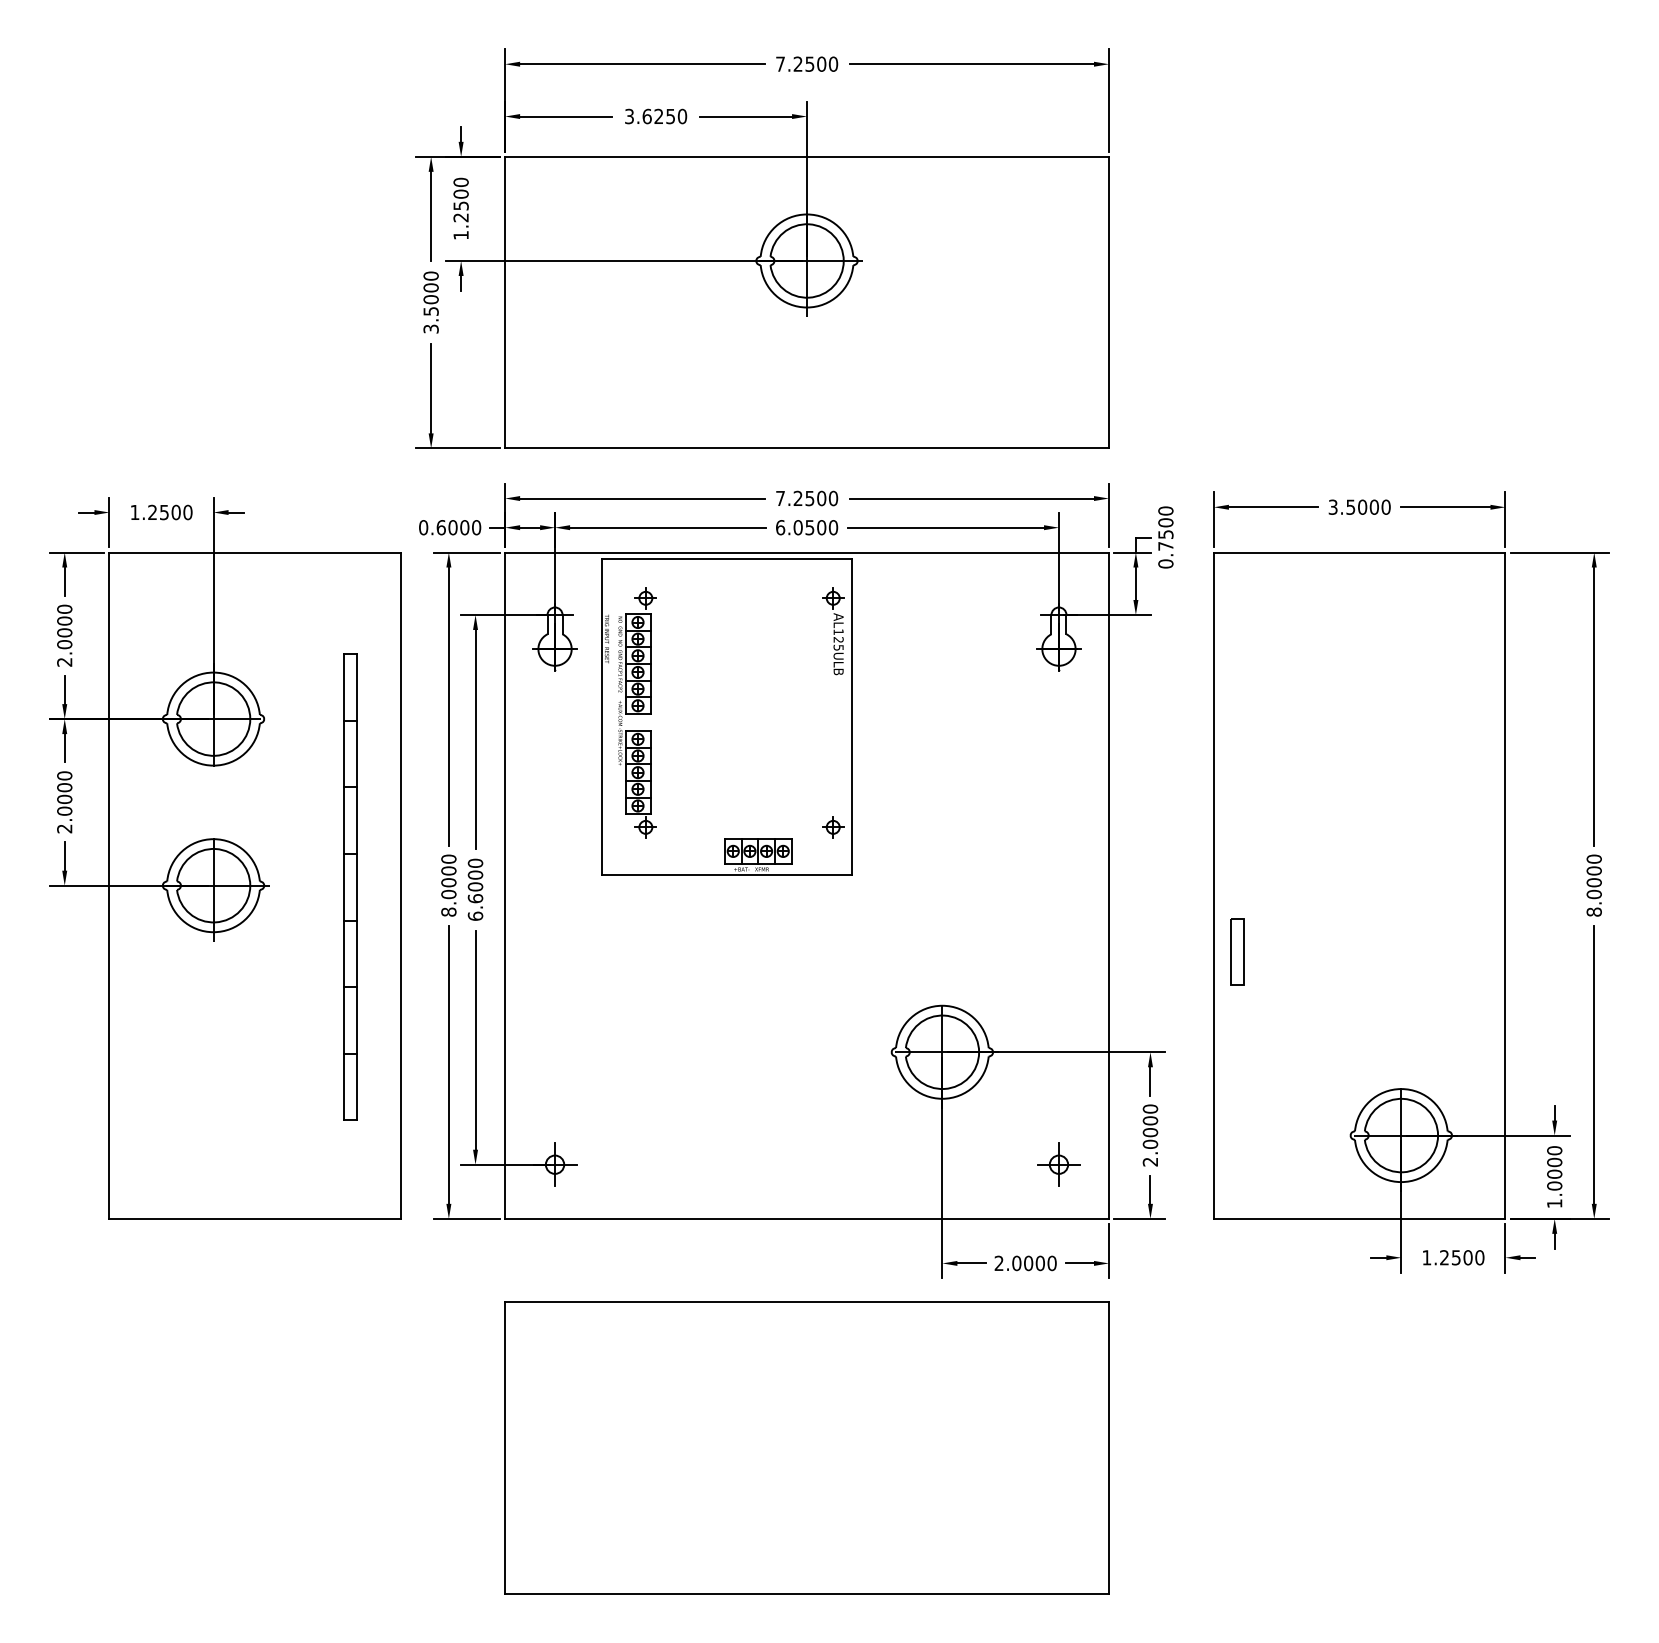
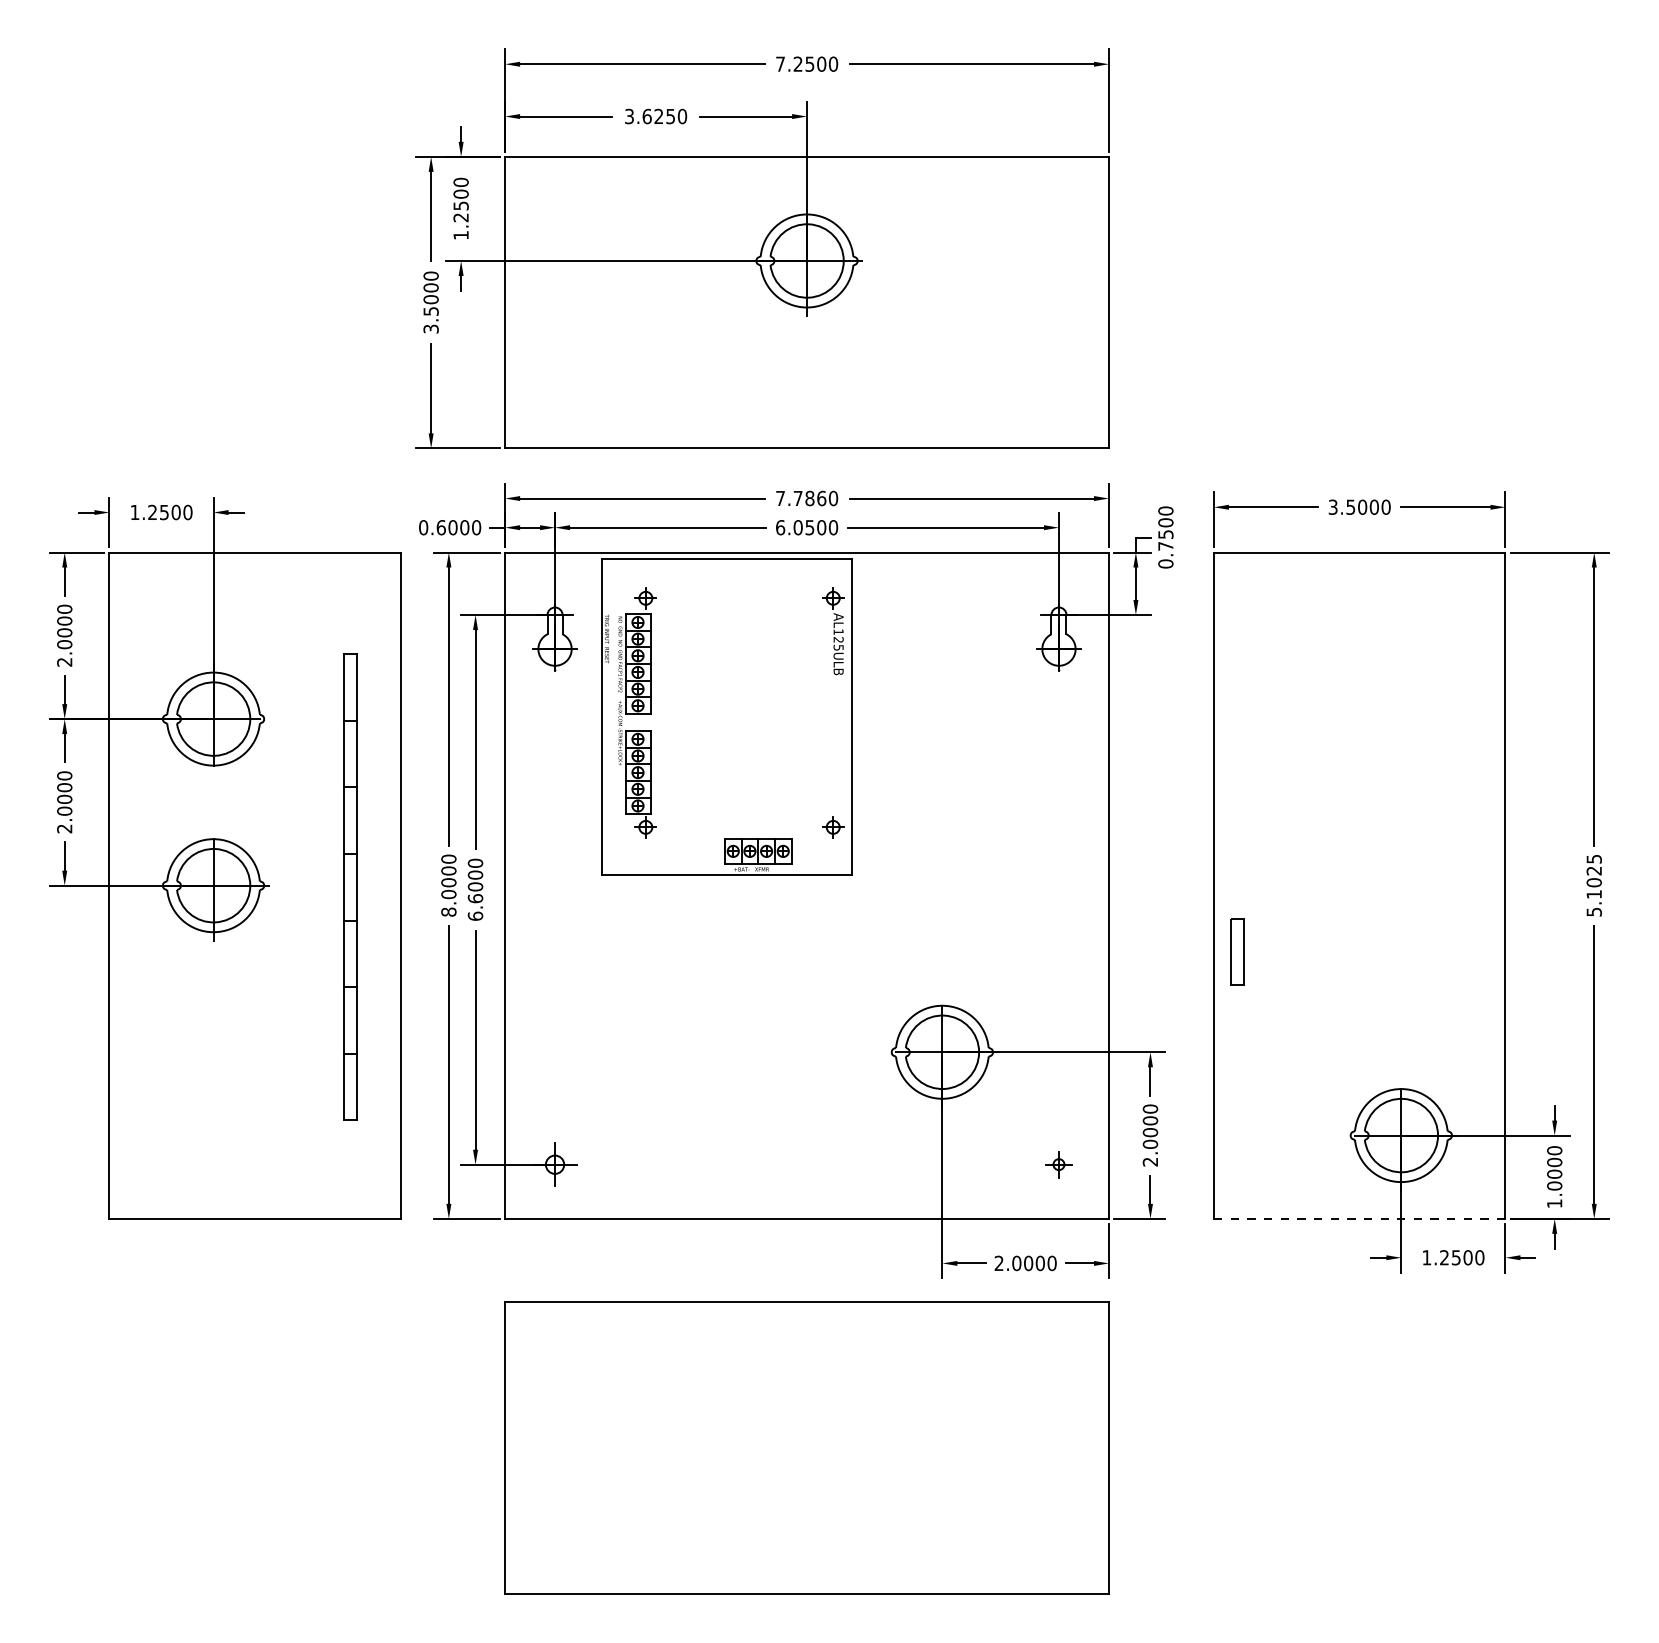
text at (809, 498): 7.2500 -> 7.7860
text at (1593, 885): 8.0000 -> 5.1025
part at (1058, 1164) size: 44x45 px -> 28x28 px
line at (1359, 1218): solid -> dashed
